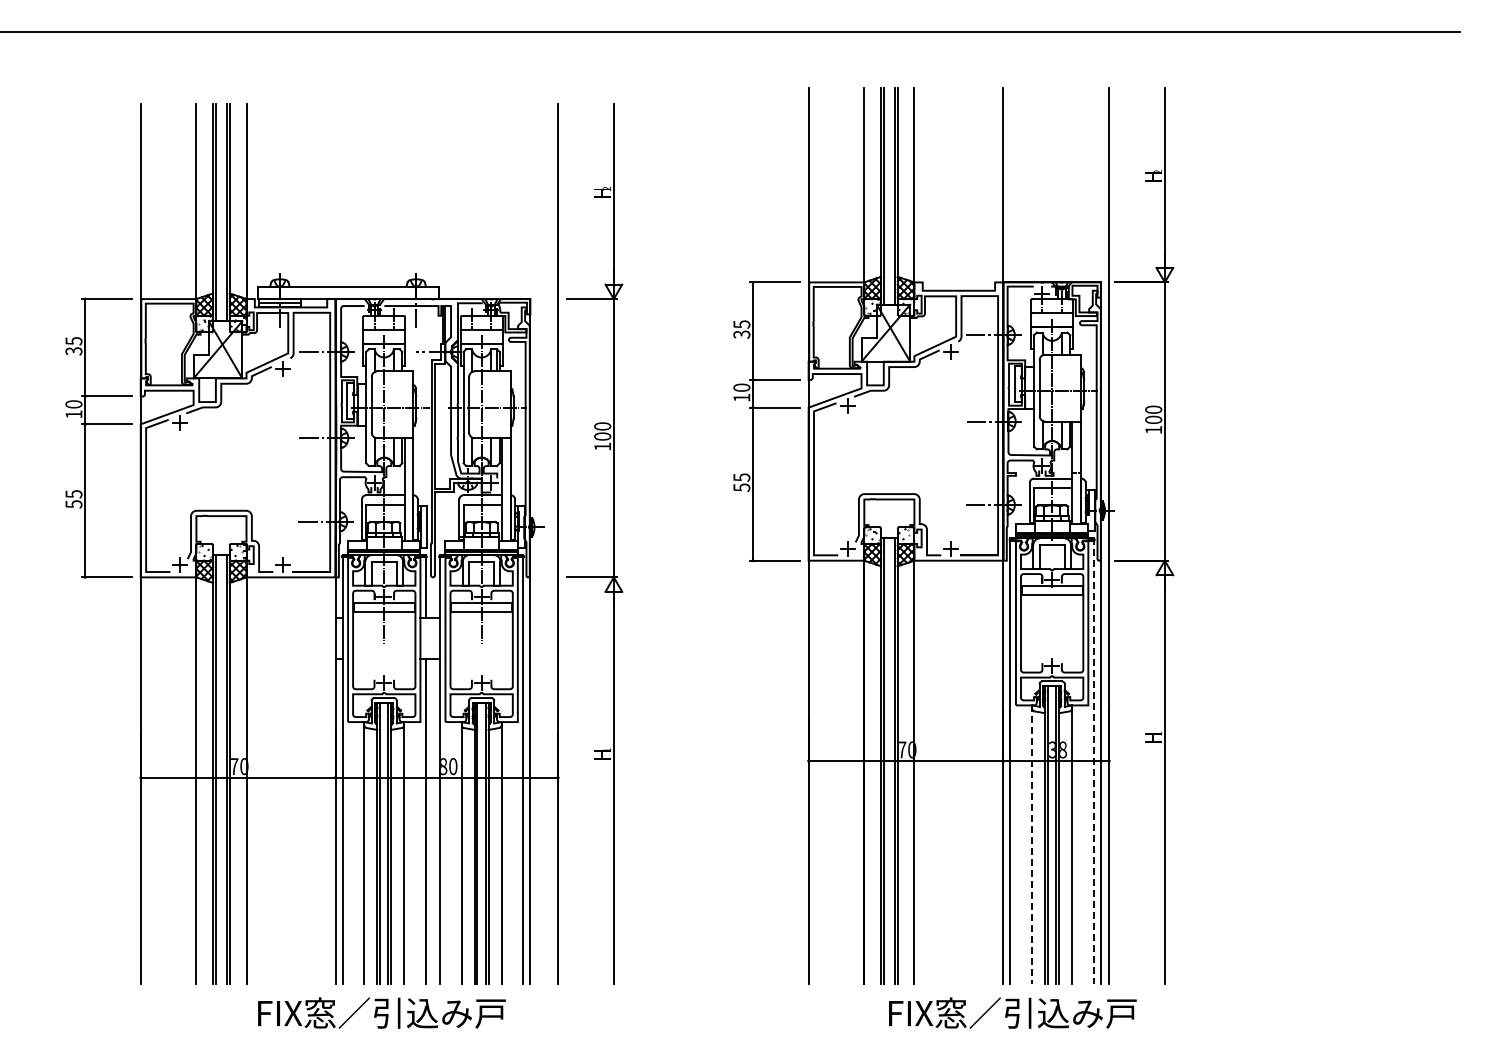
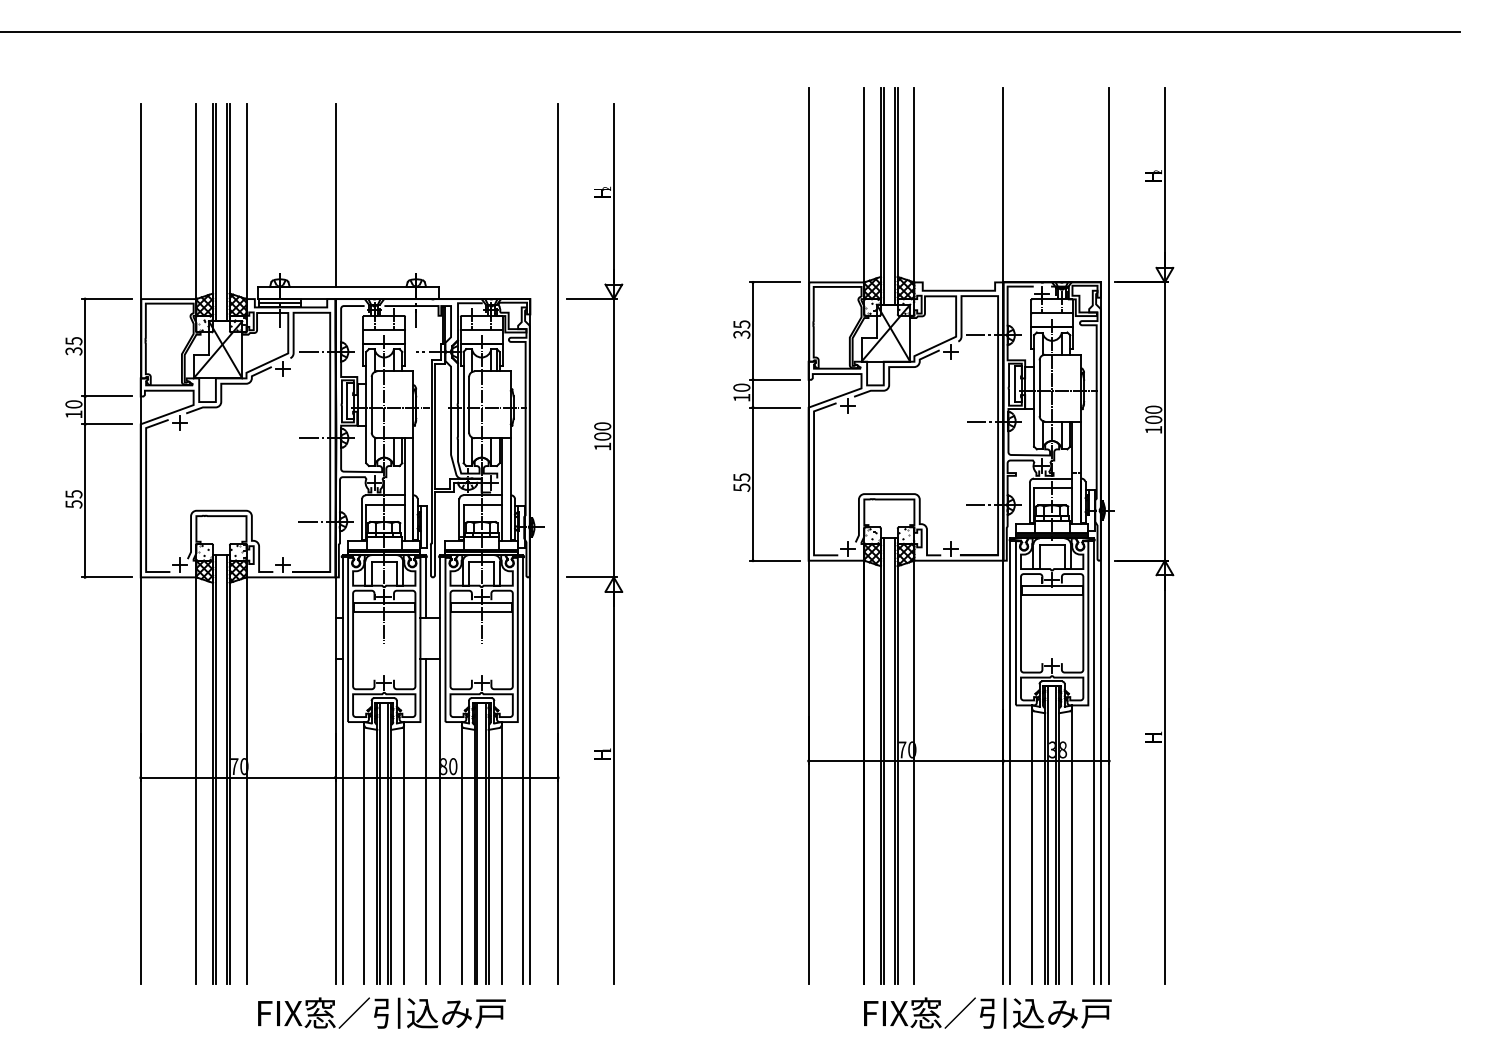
line at (335, 195): none -> present
line at (1093, 761): dashed -> solid
line at (1032, 845): dashed -> solid
text at (1012, 1012) position: (1012, 1012) -> (987, 1012)
